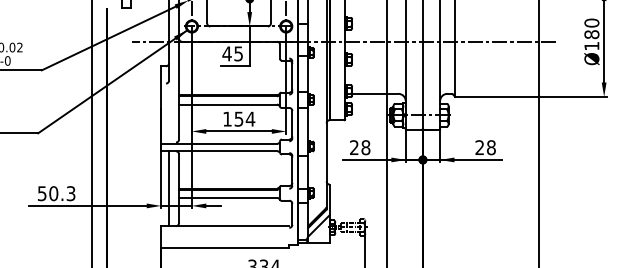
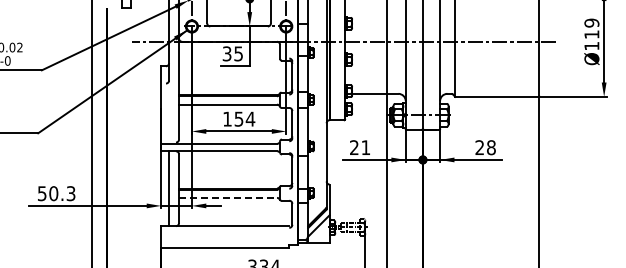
text at (591, 28): Ø180 -> Ø119
text at (226, 53): 45 -> 35
text at (365, 147): 28 -> 21
line at (228, 197): solid -> dashed
